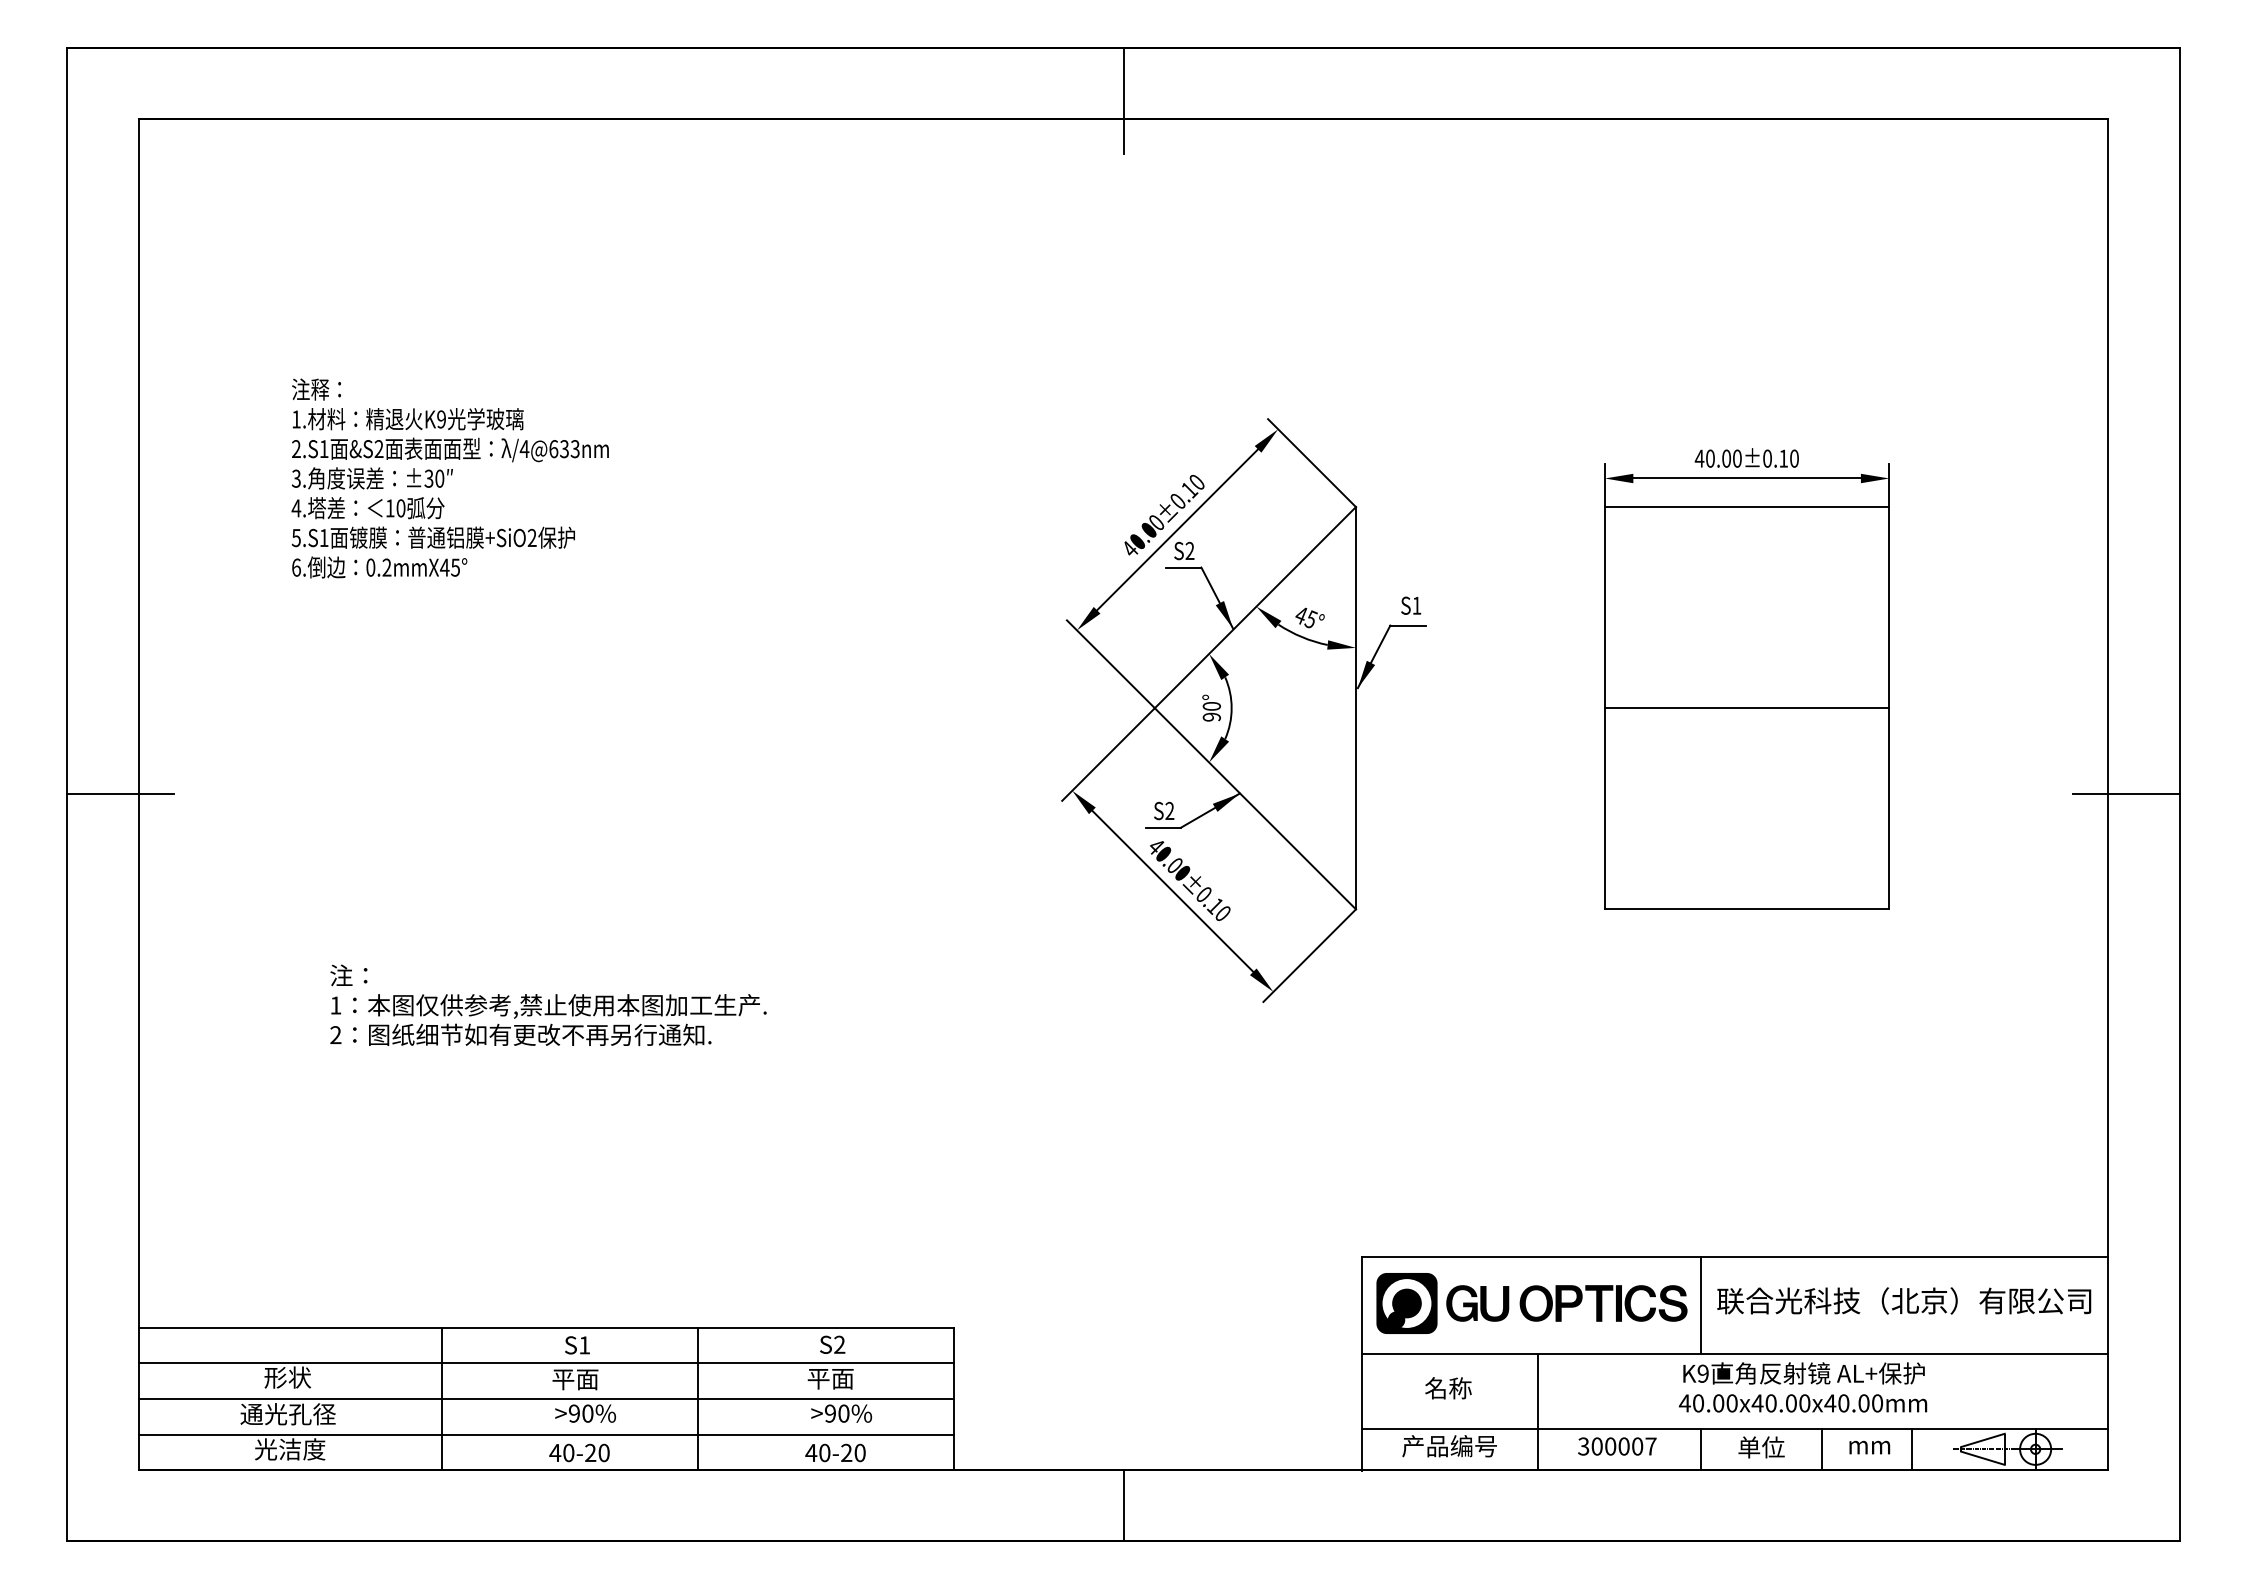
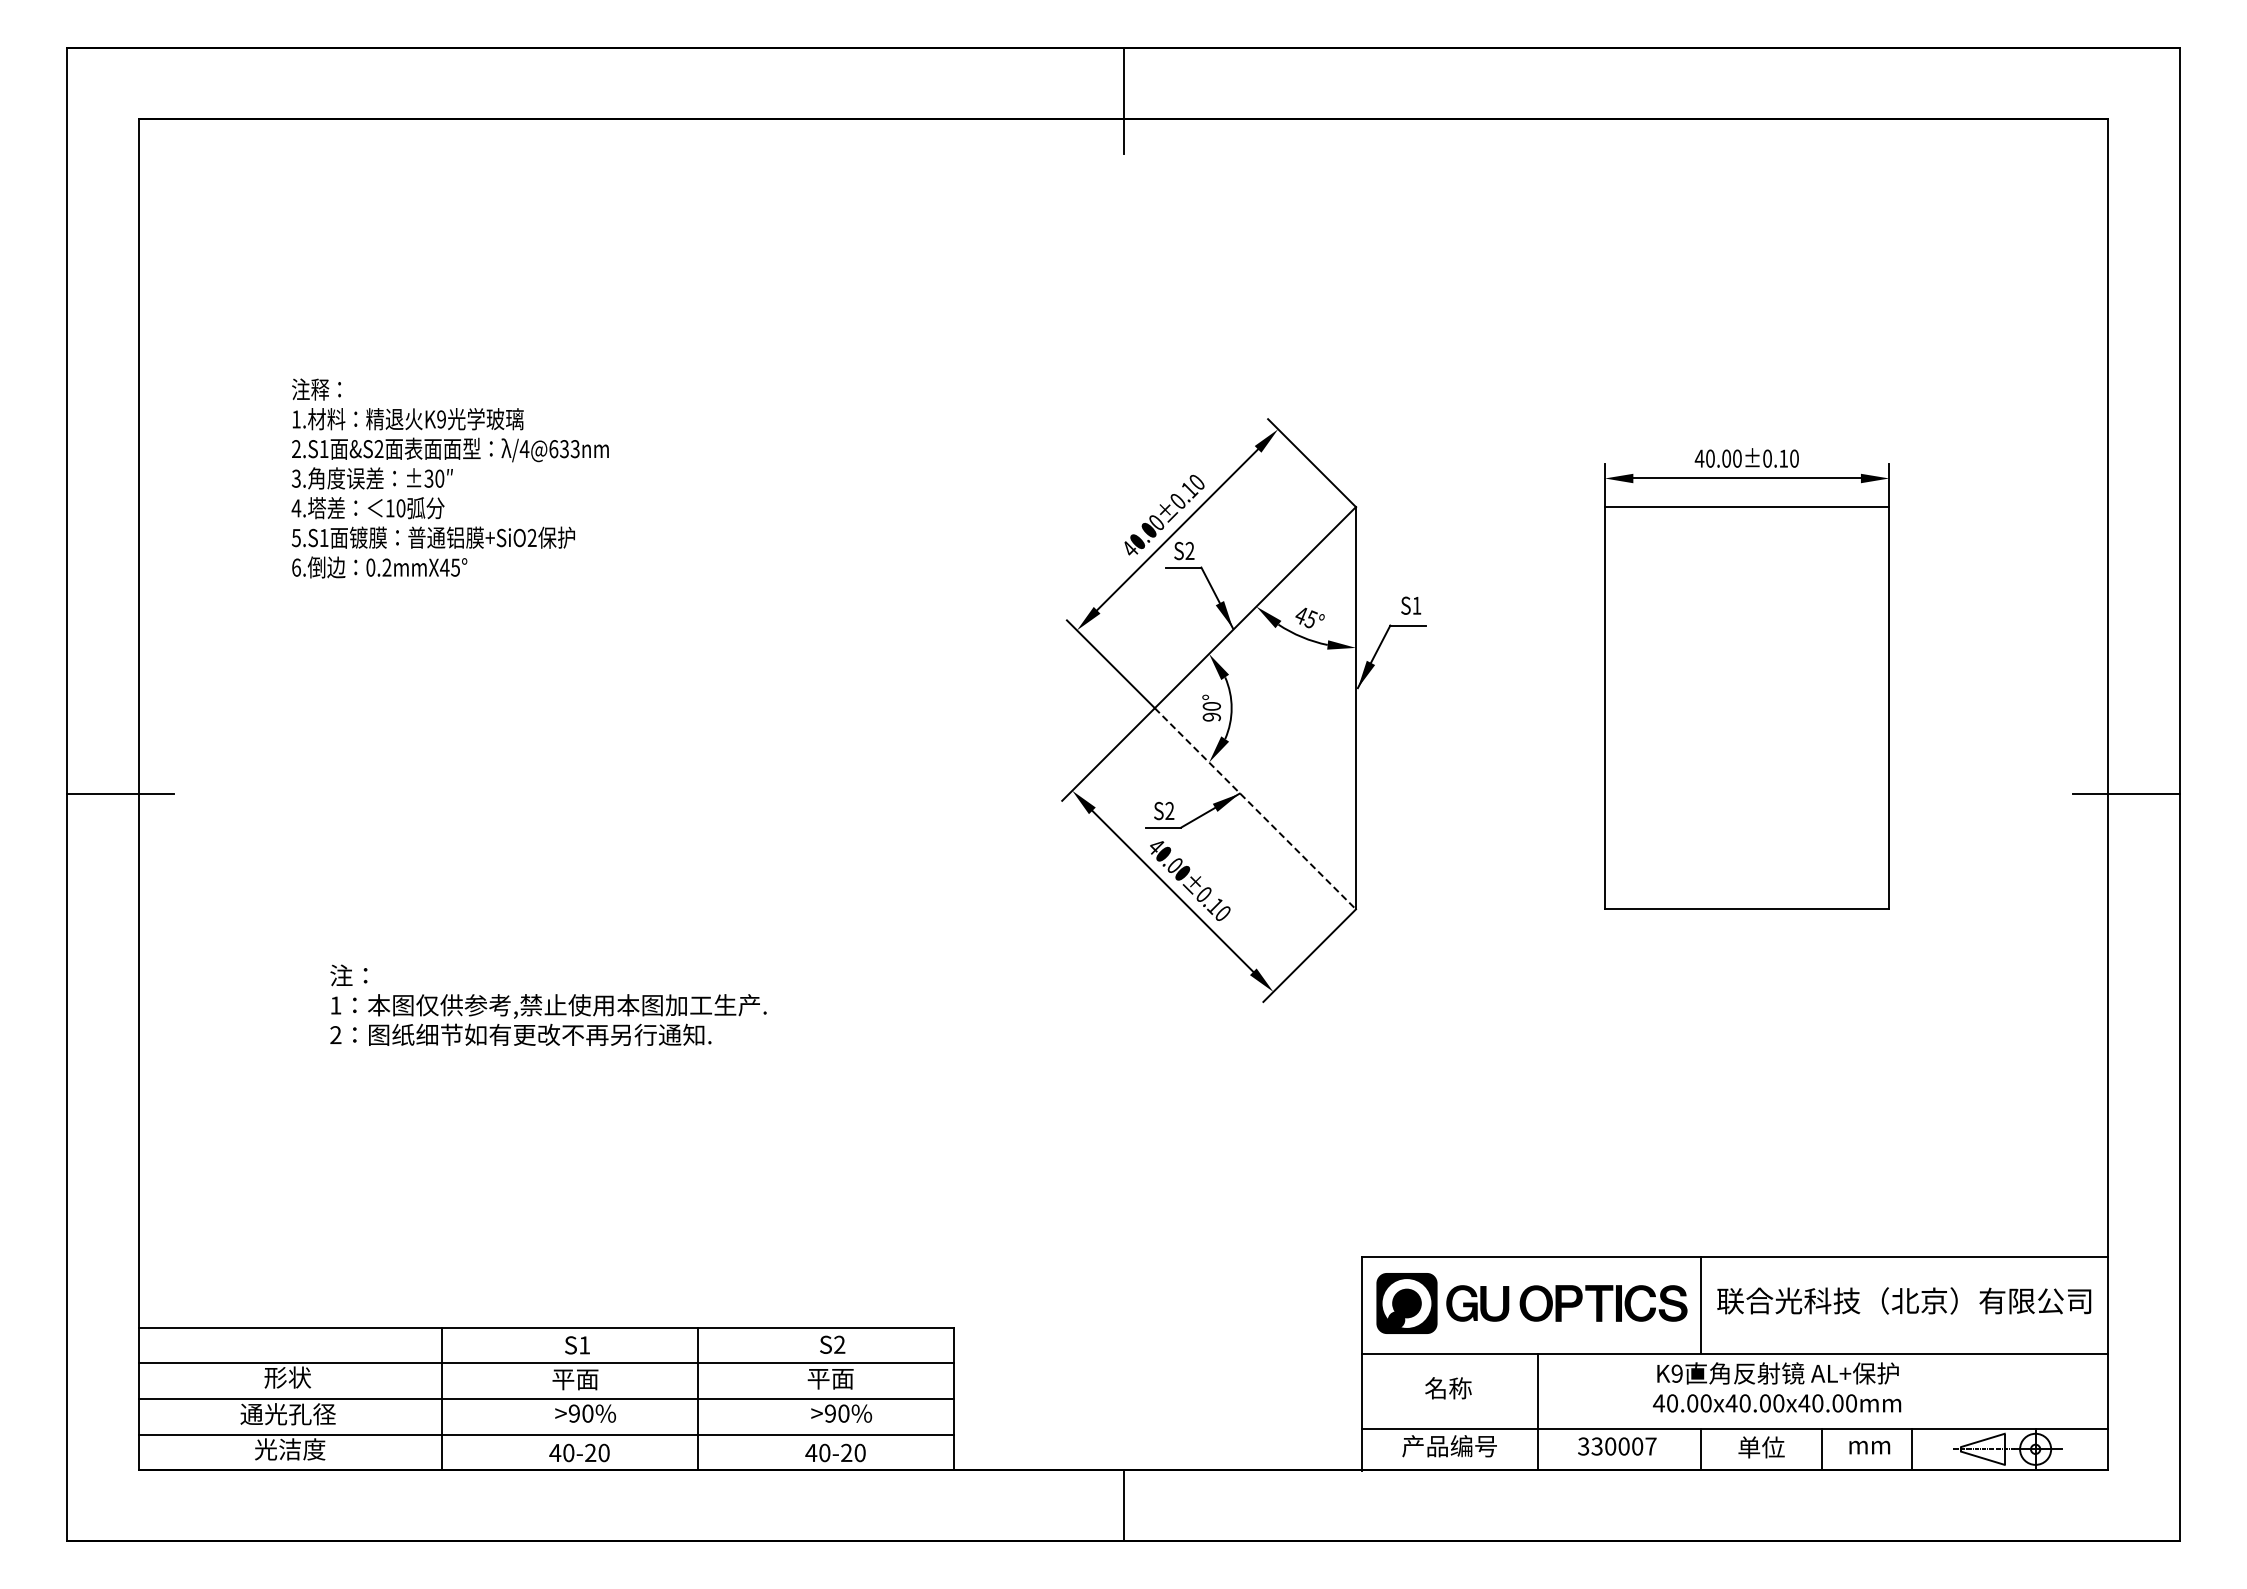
line at (1746, 708): present -> none
line at (1255, 809): solid -> dashed
text at (1802, 1387) position: (1802, 1387) -> (1776, 1387)
text at (1596, 1446): 300007 -> 330007
